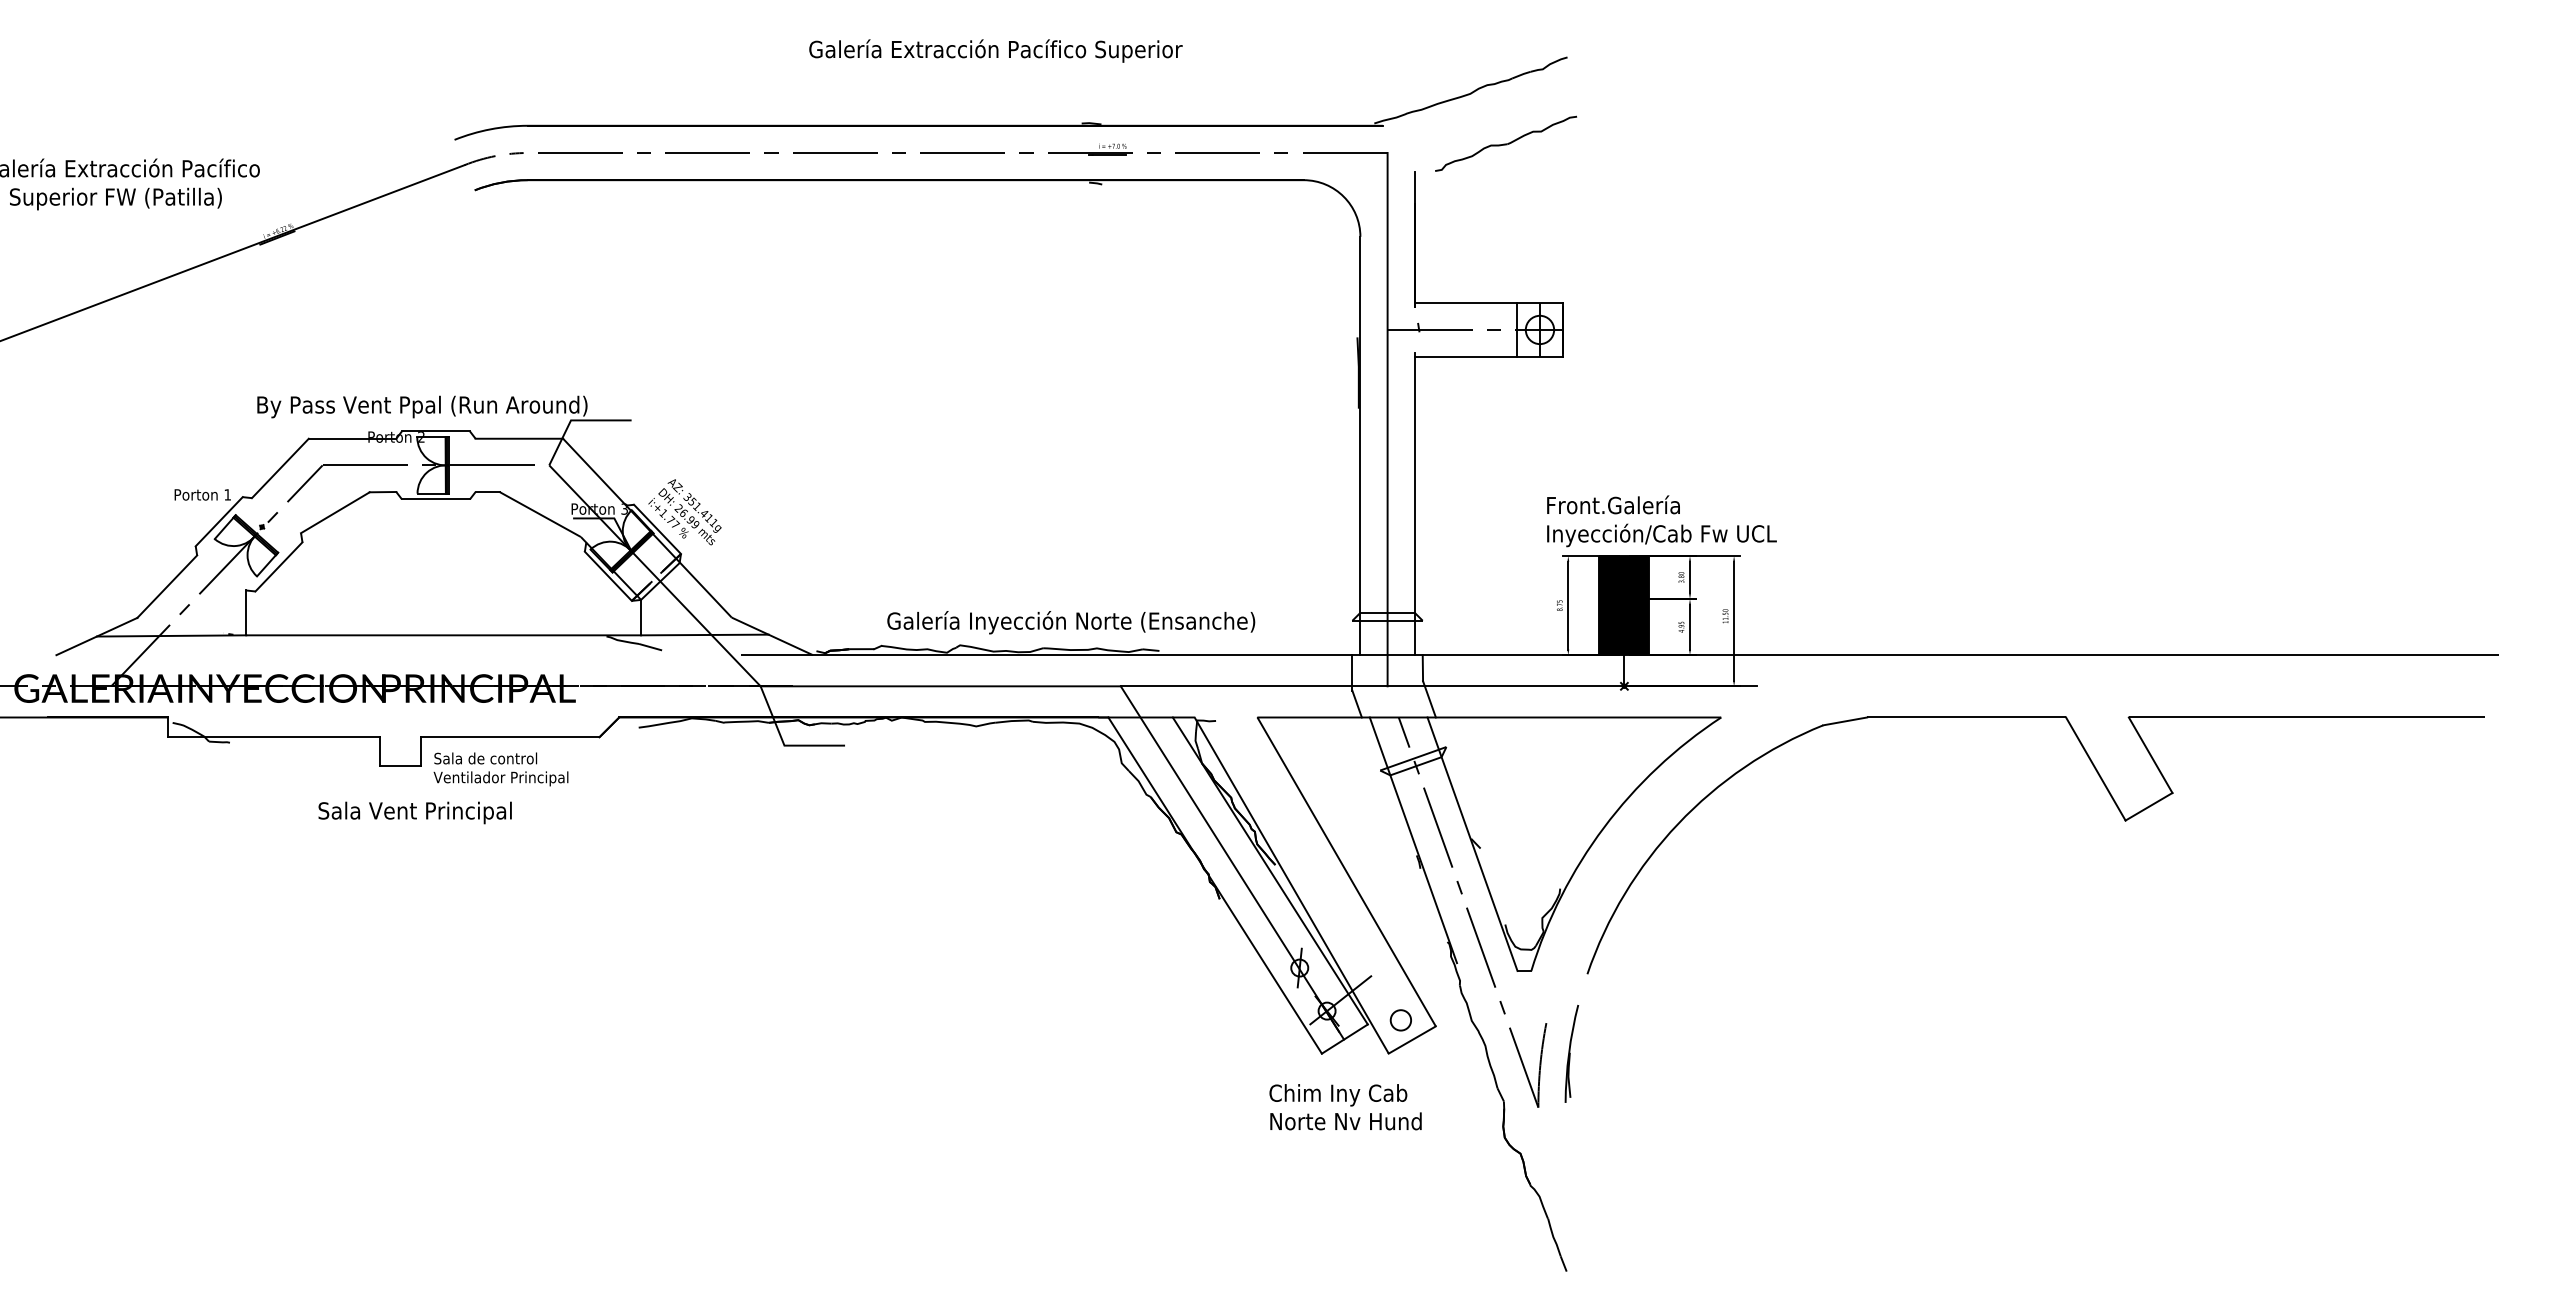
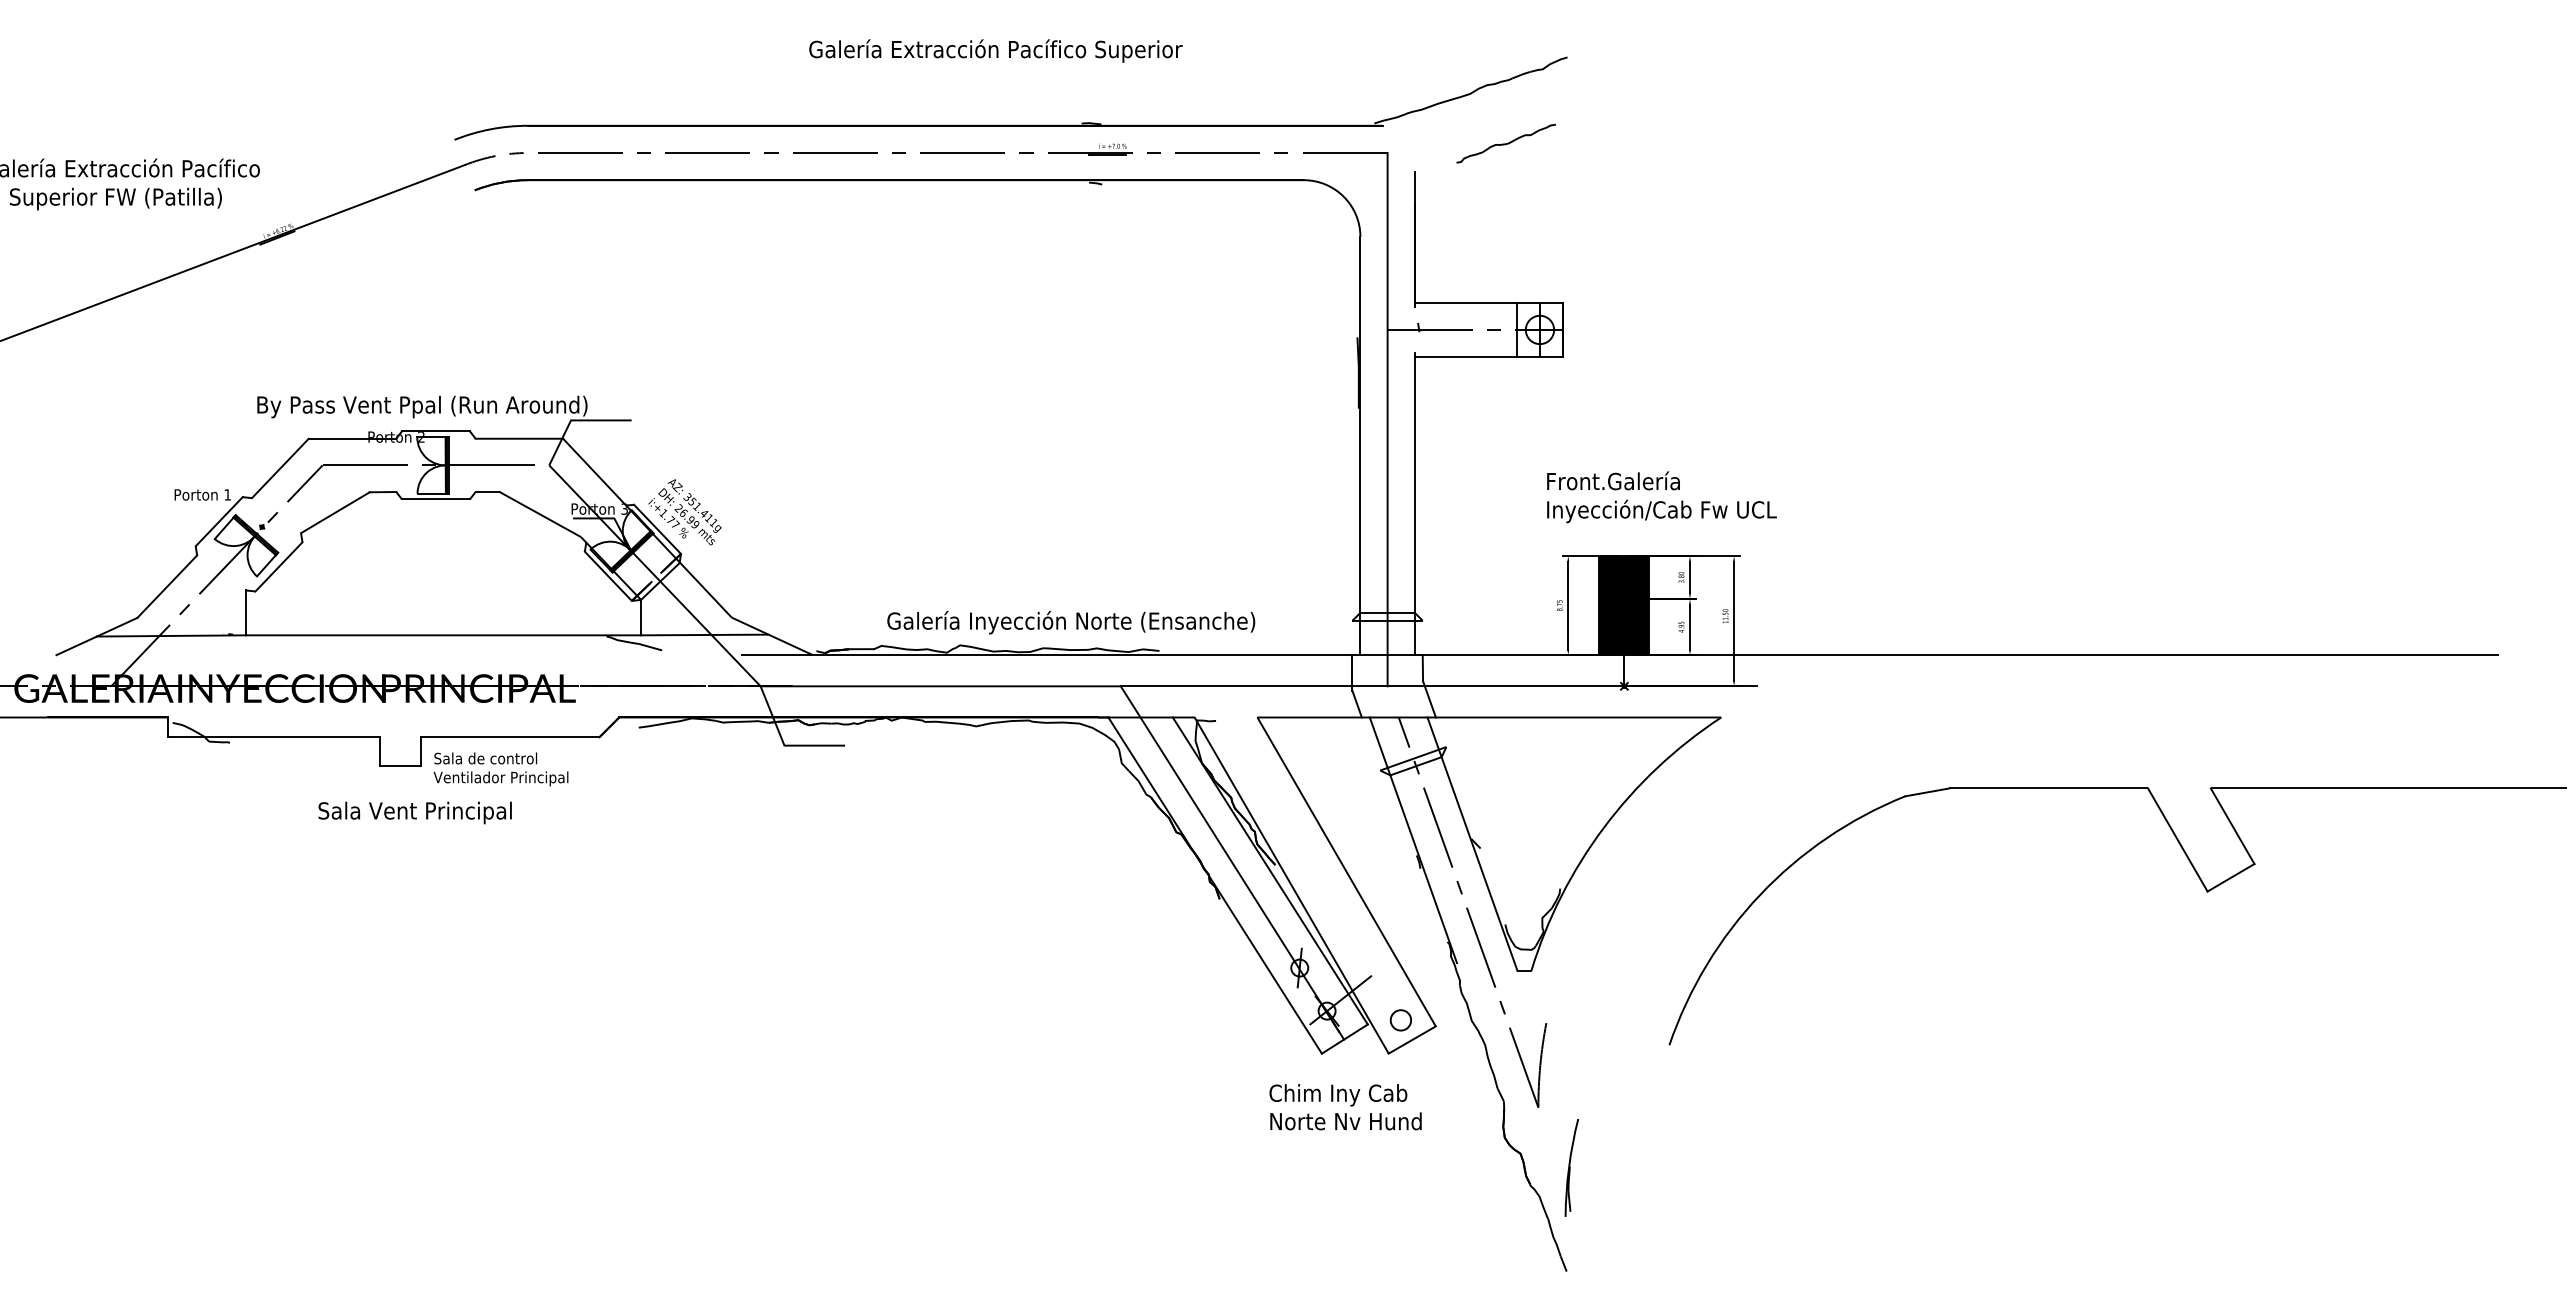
part at (1506, 143) size: 143x57 px -> 100x41 px
text at (1661, 521) position: (1661, 521) -> (1661, 497)
part at (2112, 800) position: (2112, 800) -> (2194, 871)
part at (1571, 1053) position: (1571, 1053) -> (1571, 1167)
